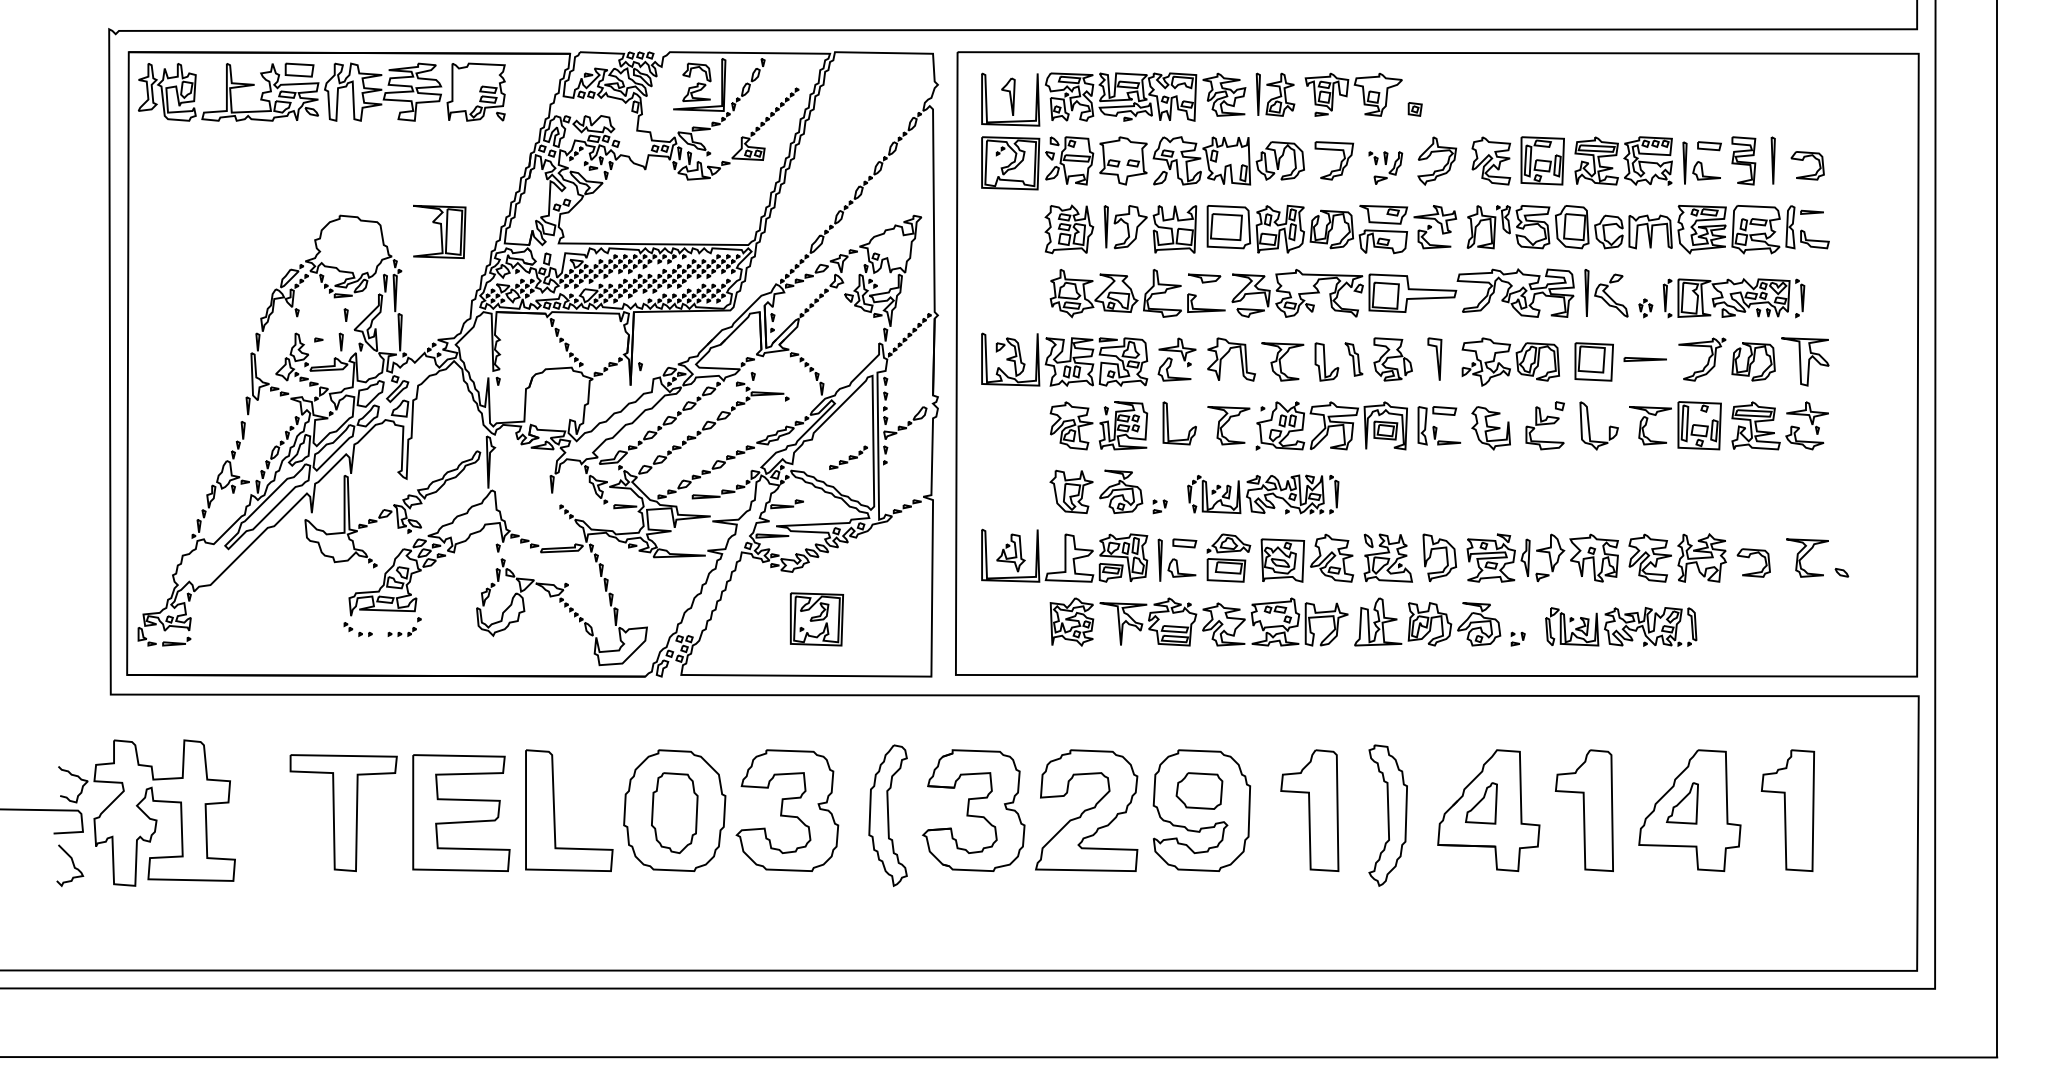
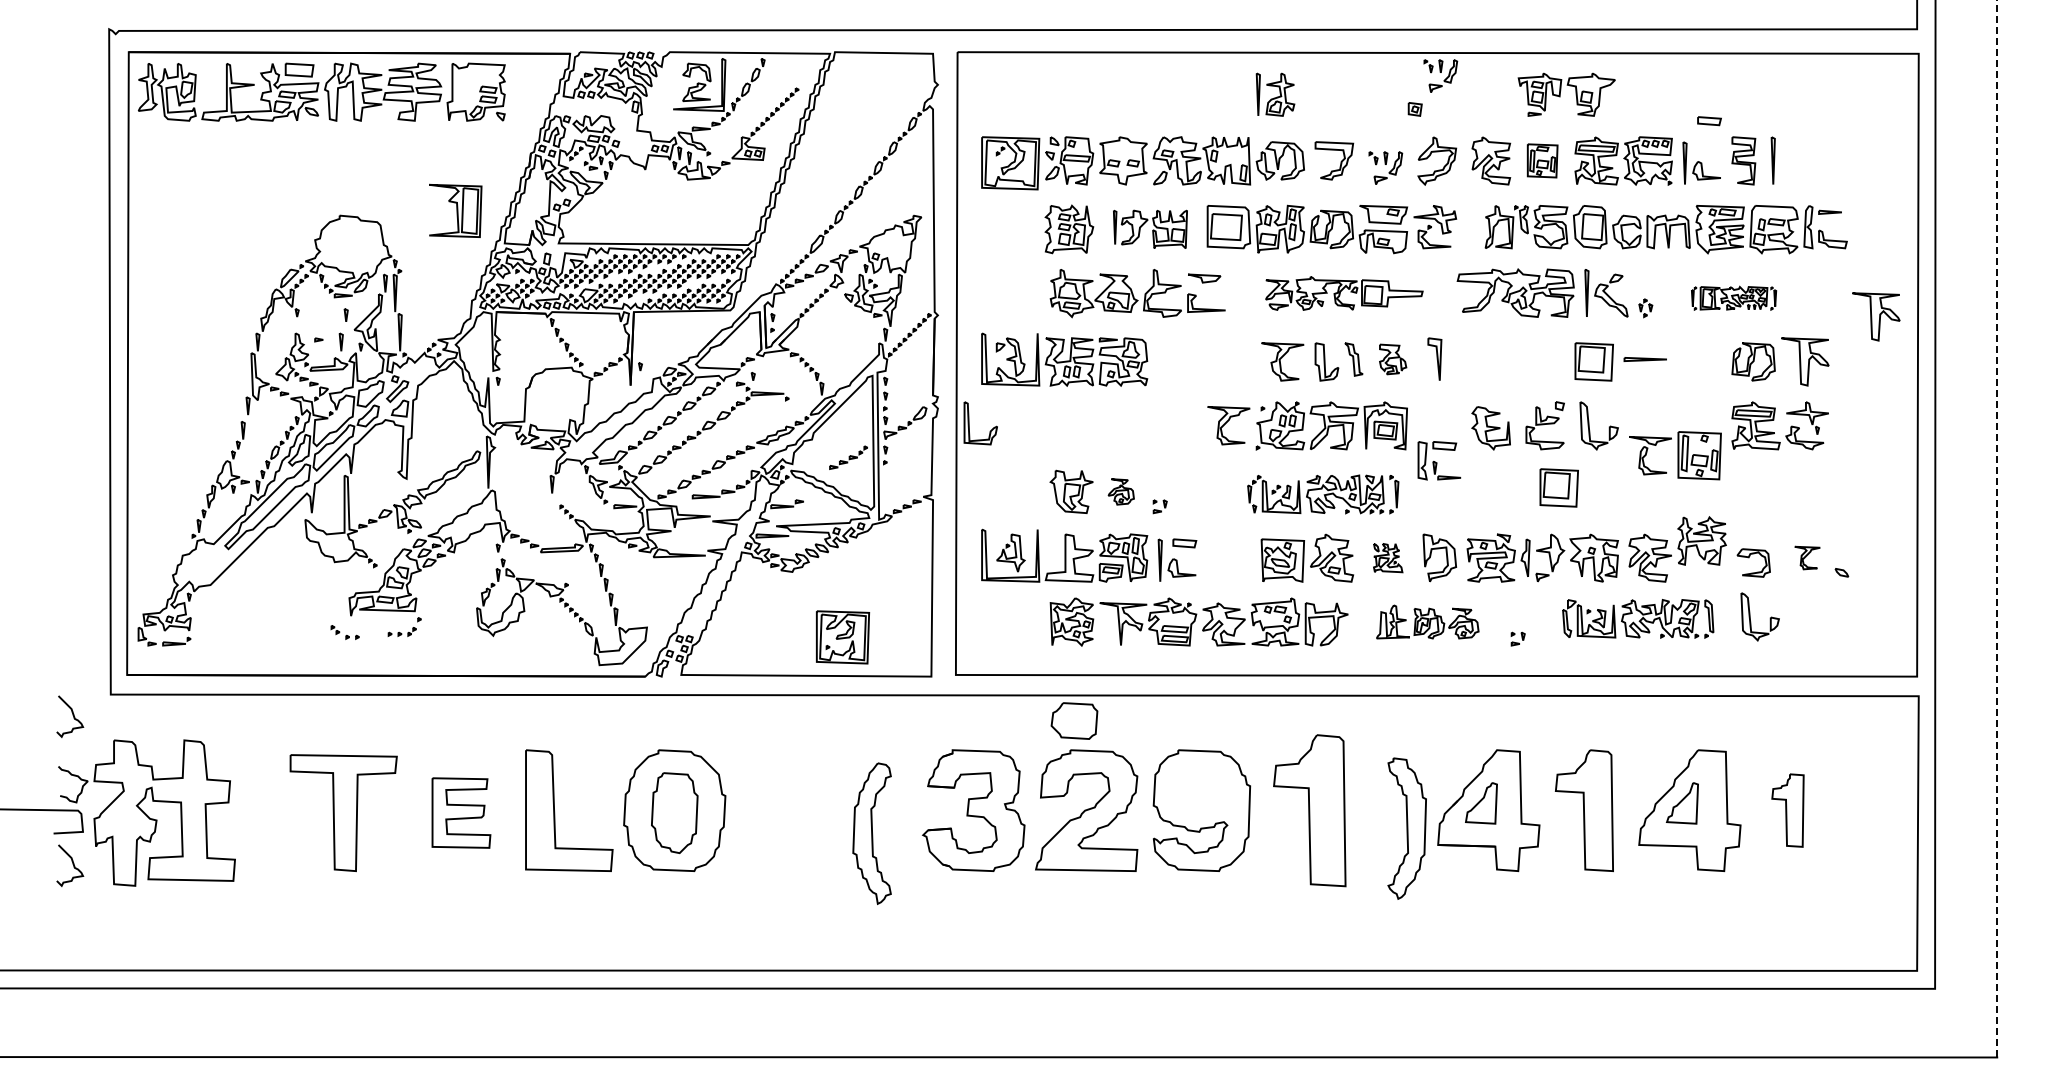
part at (1440, 75): none -> present
part at (1353, 94) position: (1353, 94) -> (1566, 94)
part at (1113, 99): present -> none
part at (1709, 146) position: (1709, 146) -> (1709, 121)
part at (1542, 160) size: 45x50 px -> 33x36 px
part at (1803, 160): present -> none
part at (1150, 229) size: 95x49 px -> 75x40 px
part at (1647, 229) position: (1647, 229) -> (1665, 229)
part at (439, 231) position: (439, 231) -> (455, 210)
part at (1344, 293) size: 227x49 px -> 159x35 px
part at (1733, 298) size: 144x41 px -> 87x26 px
part at (1876, 316): none -> present
part at (1227, 354): present -> none
part at (1176, 359): present -> none
part at (1392, 359) size: 40x45 px -> 29x33 px
part at (1702, 359): present -> none
part at (1510, 361): present -> none
part at (1168, 423) position: (1168, 423) -> (969, 423)
part at (1098, 425): present -> none
part at (1439, 425) position: (1439, 425) -> (1439, 460)
part at (1675, 425) position: (1675, 425) -> (1675, 455)
part at (1558, 487): none -> present
part at (1121, 491) size: 45x46 px -> 28x28 px
part at (1263, 494) position: (1263, 494) -> (1323, 494)
line at (1997, 528): solid -> dashed
part at (1228, 557): present -> none
part at (1387, 557) size: 50x50 px -> 31x31 px
part at (1701, 557) position: (1701, 557) -> (1701, 540)
part at (1807, 557) size: 43x40 px -> 27x26 px
part at (1750, 616): none -> present
part at (817, 619) position: (817, 619) -> (843, 637)
part at (1427, 621) size: 148x50 px -> 104x36 px
part at (1621, 626) position: (1621, 626) -> (1638, 618)
part at (357, 629) position: (357, 629) -> (344, 632)
curve at (72, 715): none -> present
part at (1199, 790) position: (1199, 790) -> (1074, 720)
part at (787, 810): present -> none
part at (1309, 810) size: 60x123 px -> 74x154 px
part at (1787, 810) size: 56x123 px -> 34x75 px
part at (461, 812) size: 99x118 px -> 61x72 px
part at (887, 815) position: (887, 815) -> (871, 833)
part at (1387, 815) position: (1387, 815) -> (1406, 828)
